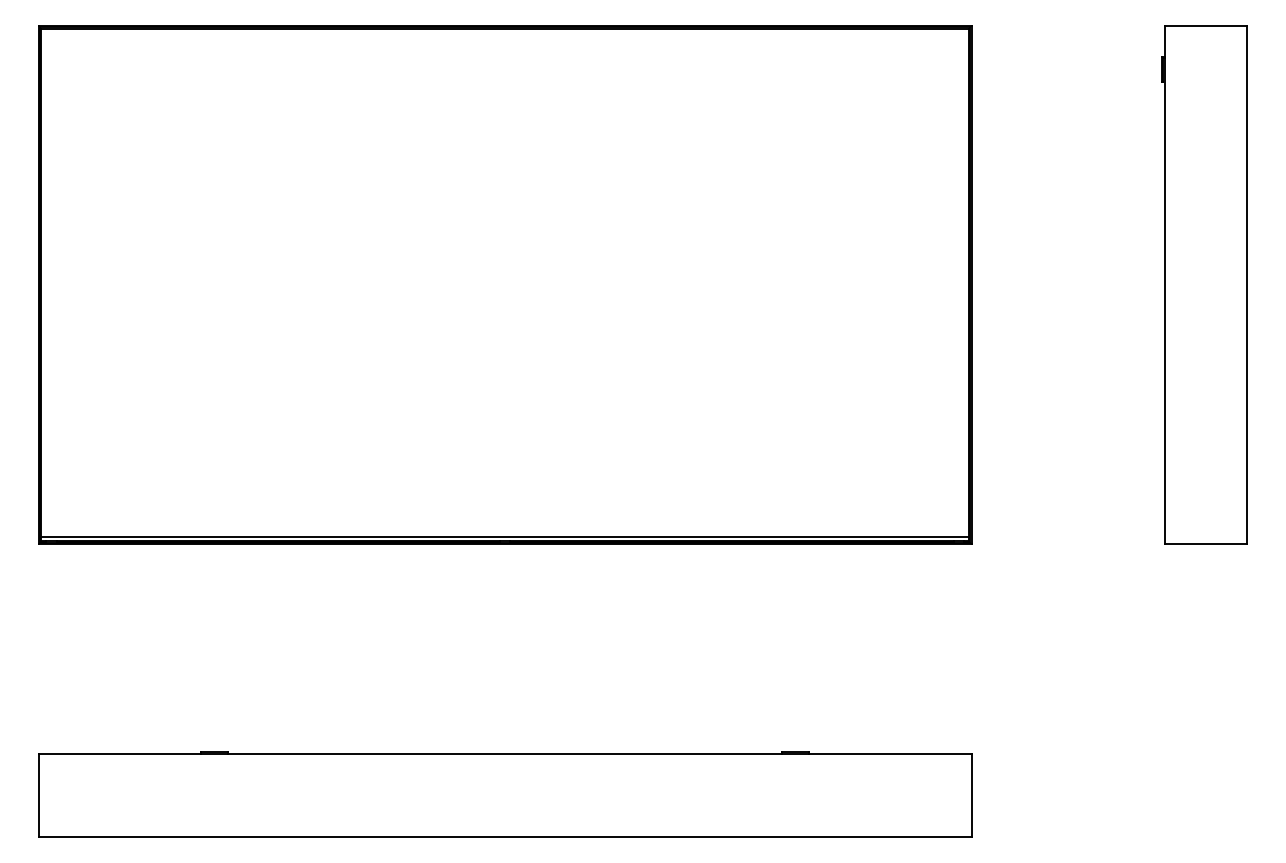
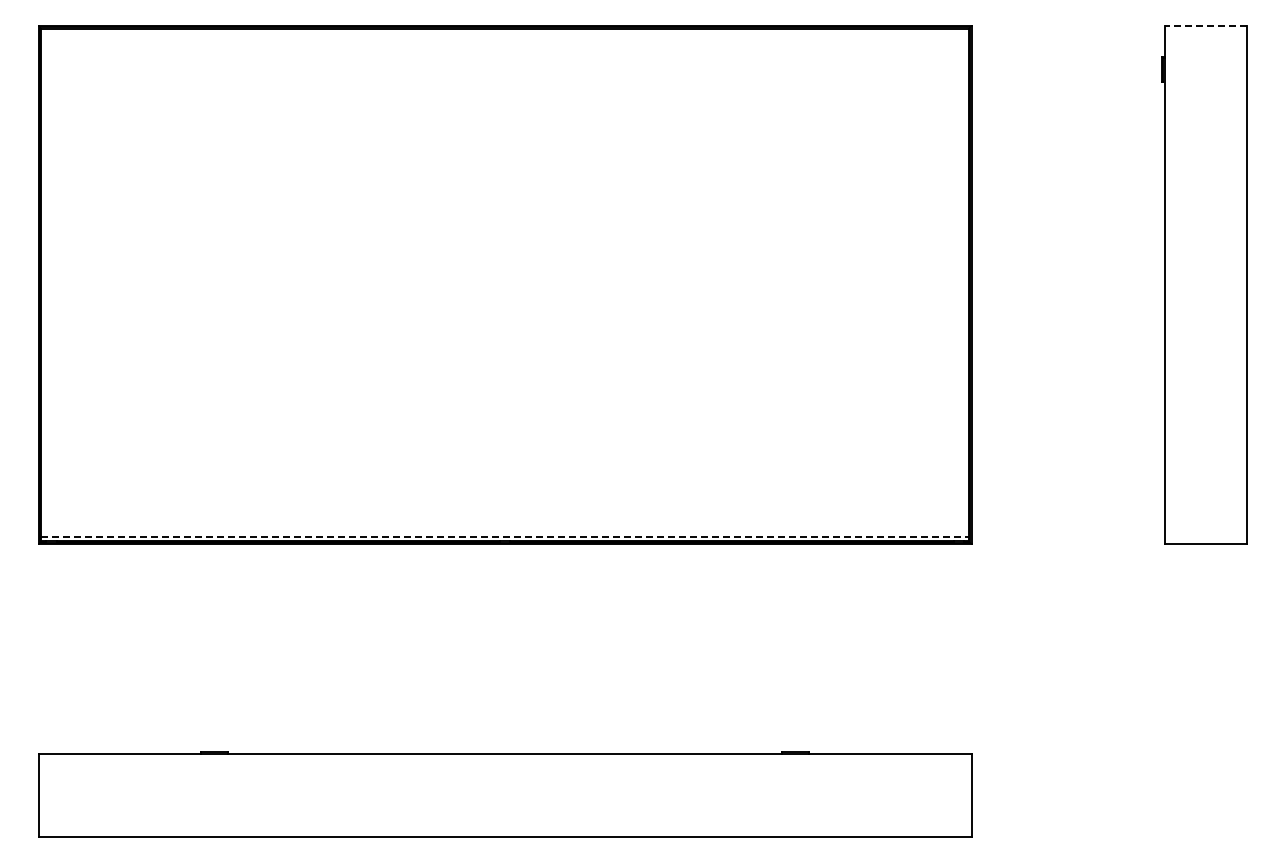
line at (1205, 25): solid -> dashed
line at (505, 536): solid -> dashed
